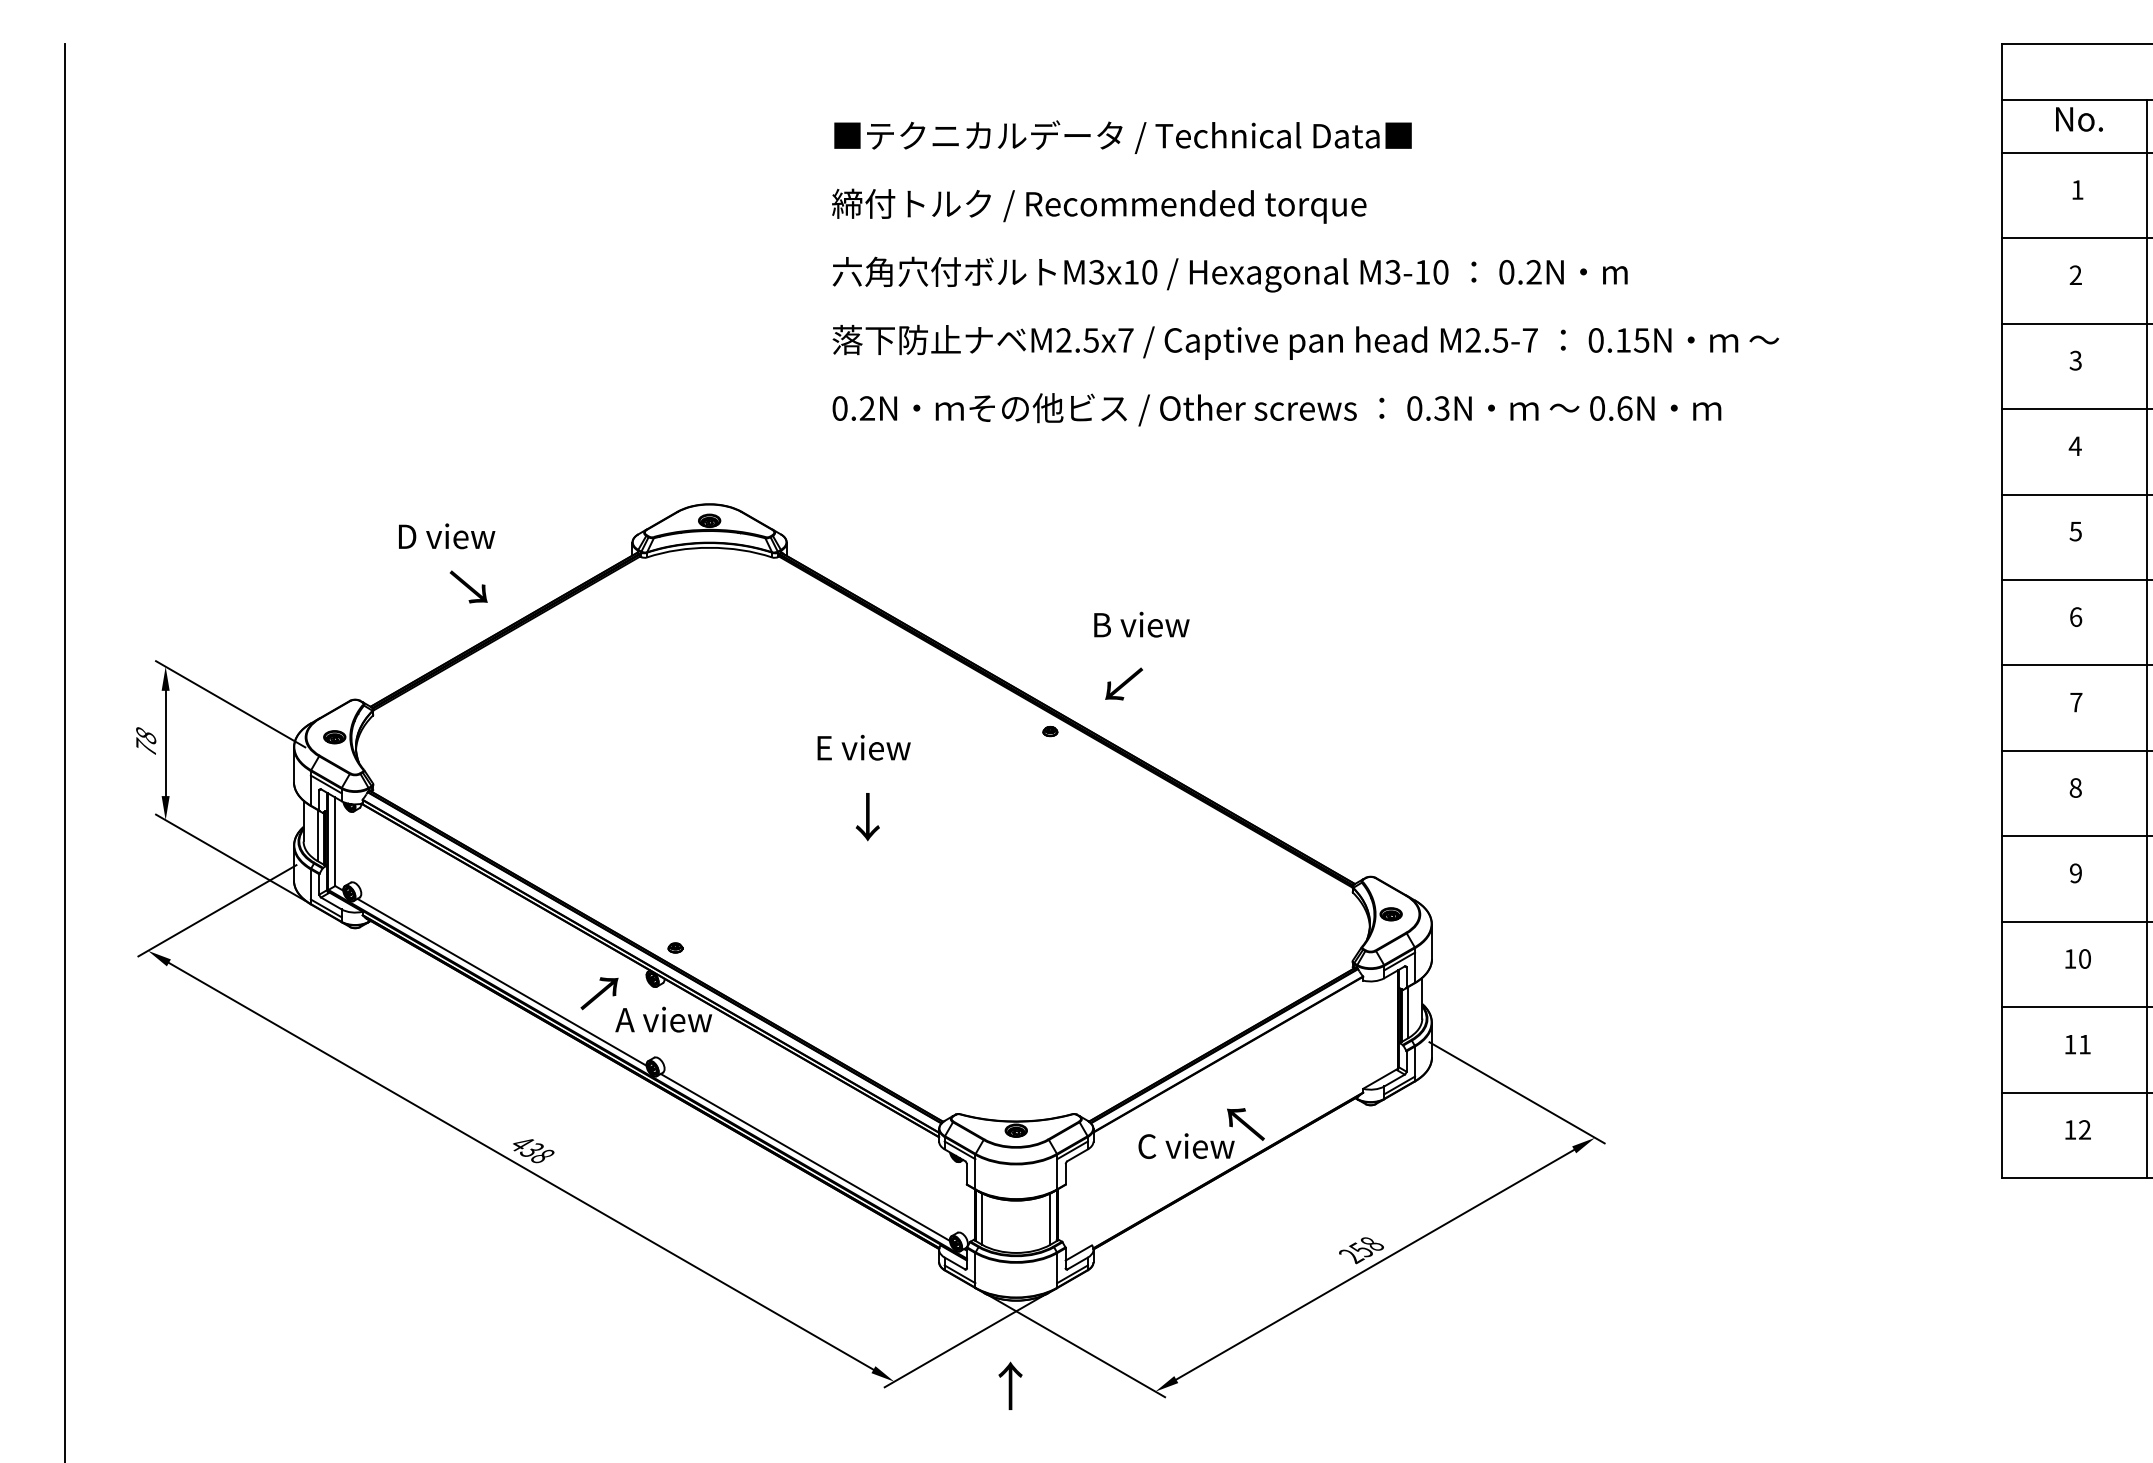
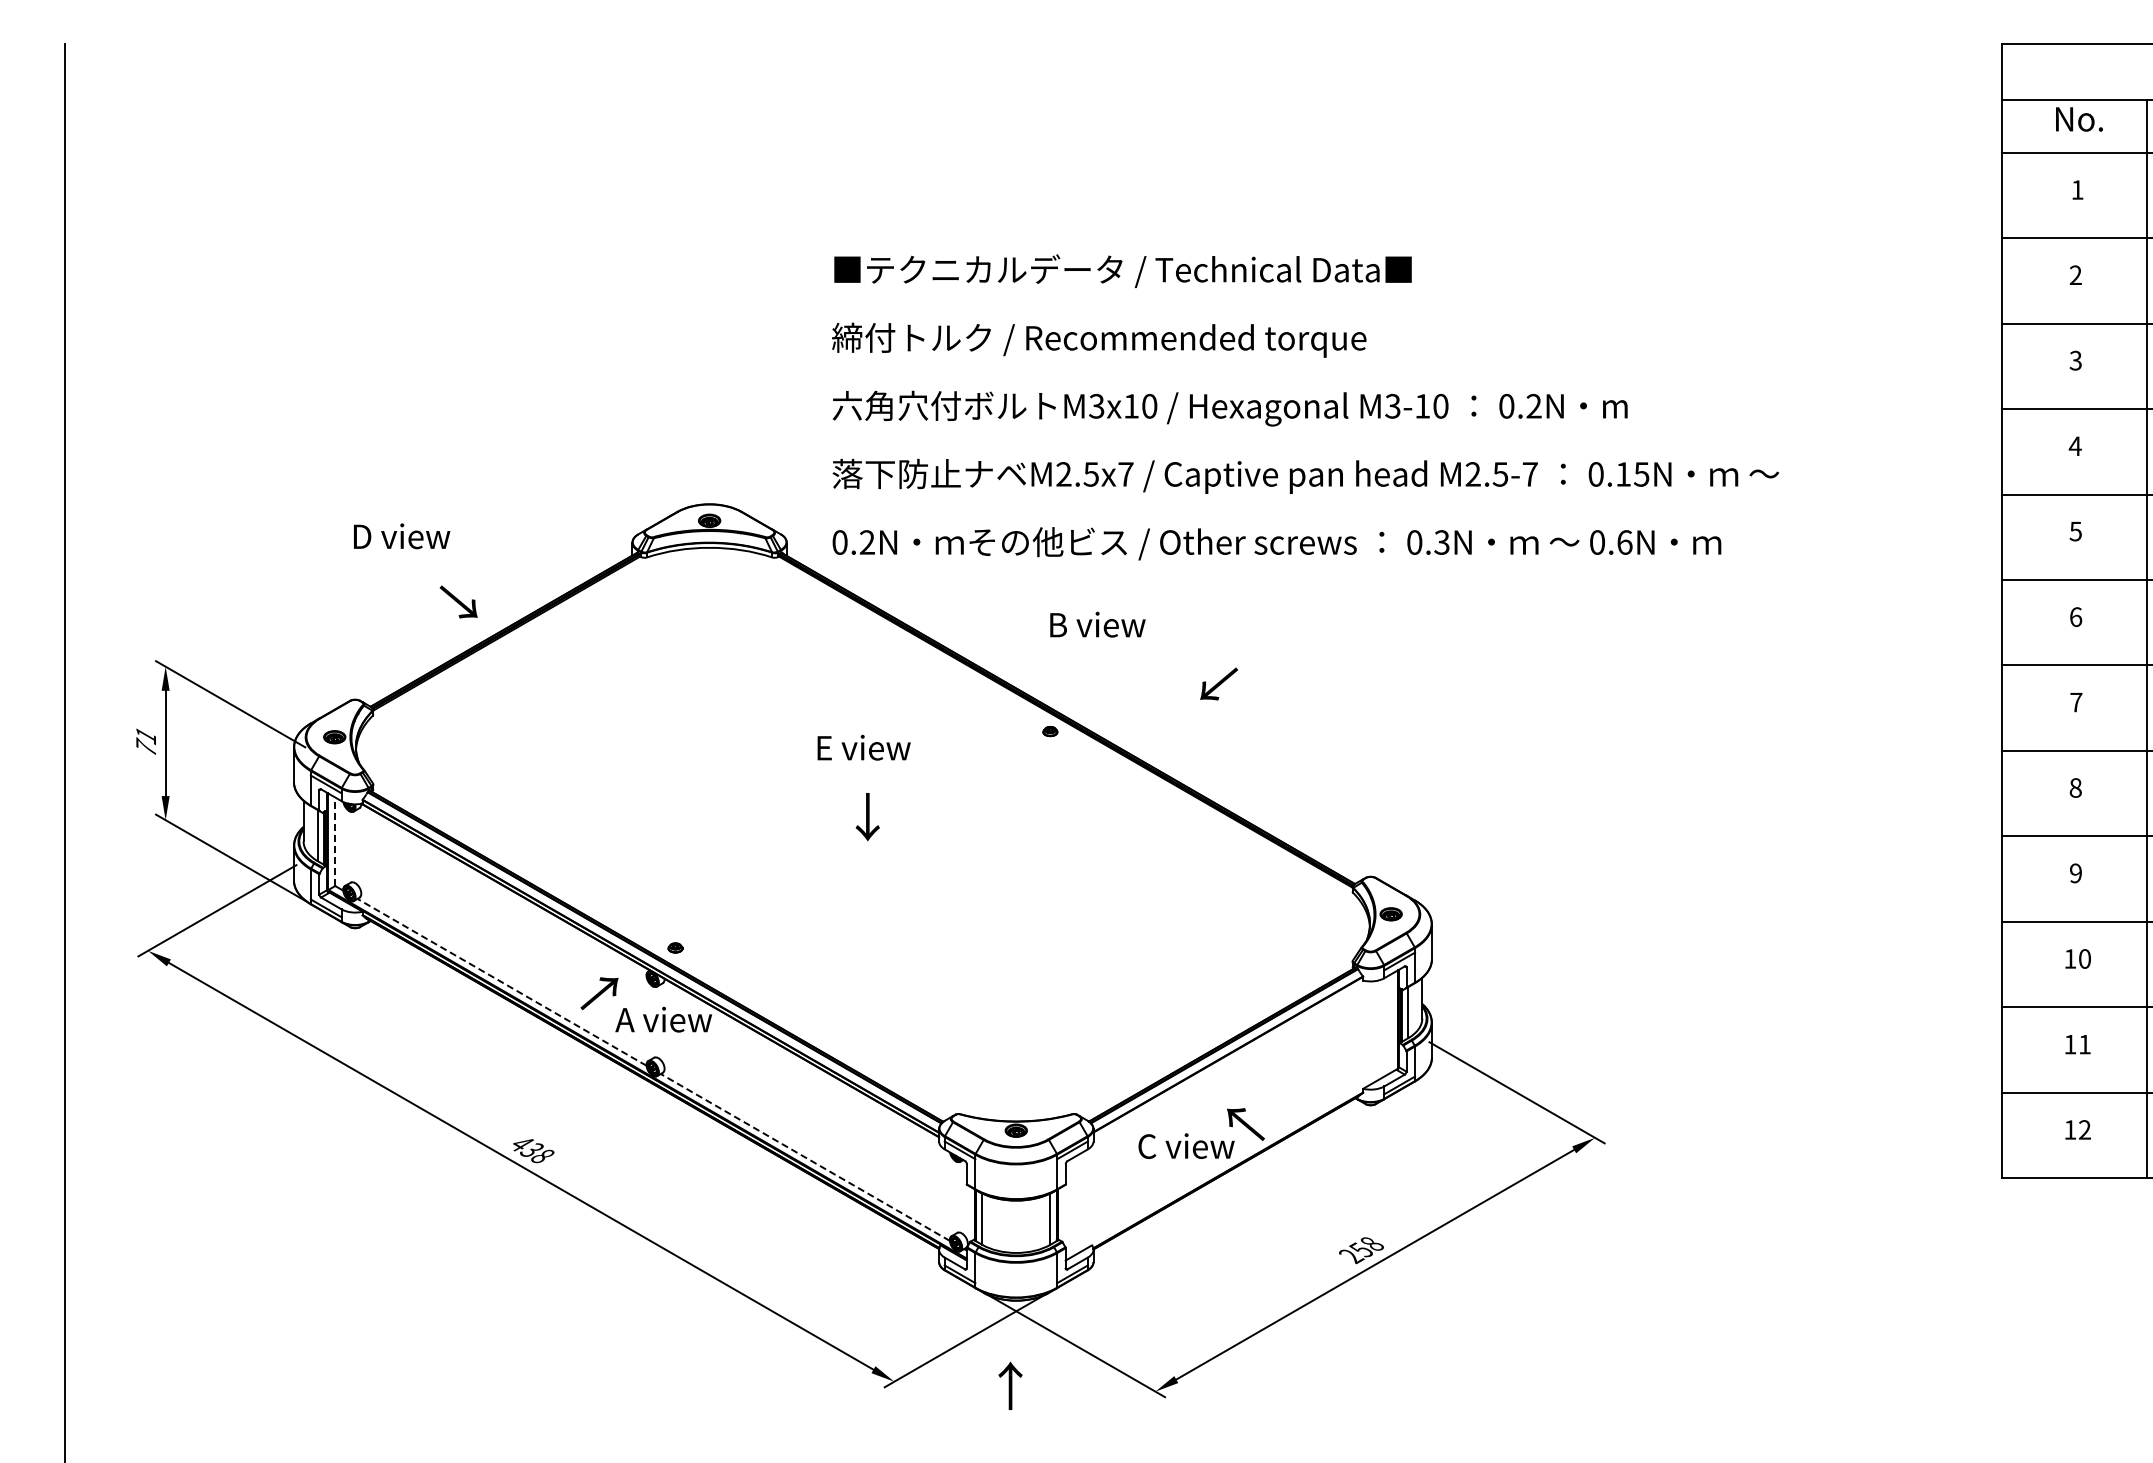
text at (1305, 273) position: (1305, 273) -> (1305, 407)
text at (447, 536) position: (447, 536) -> (402, 536)
text at (468, 586) position: (468, 586) -> (458, 601)
text at (1141, 624) position: (1141, 624) -> (1097, 624)
text at (1123, 683) position: (1123, 683) -> (1218, 683)
text at (146, 736): 78 -> 71
line at (335, 841): solid -> dashed
line at (502, 982): solid -> dashed
line at (805, 1157): solid -> dashed
